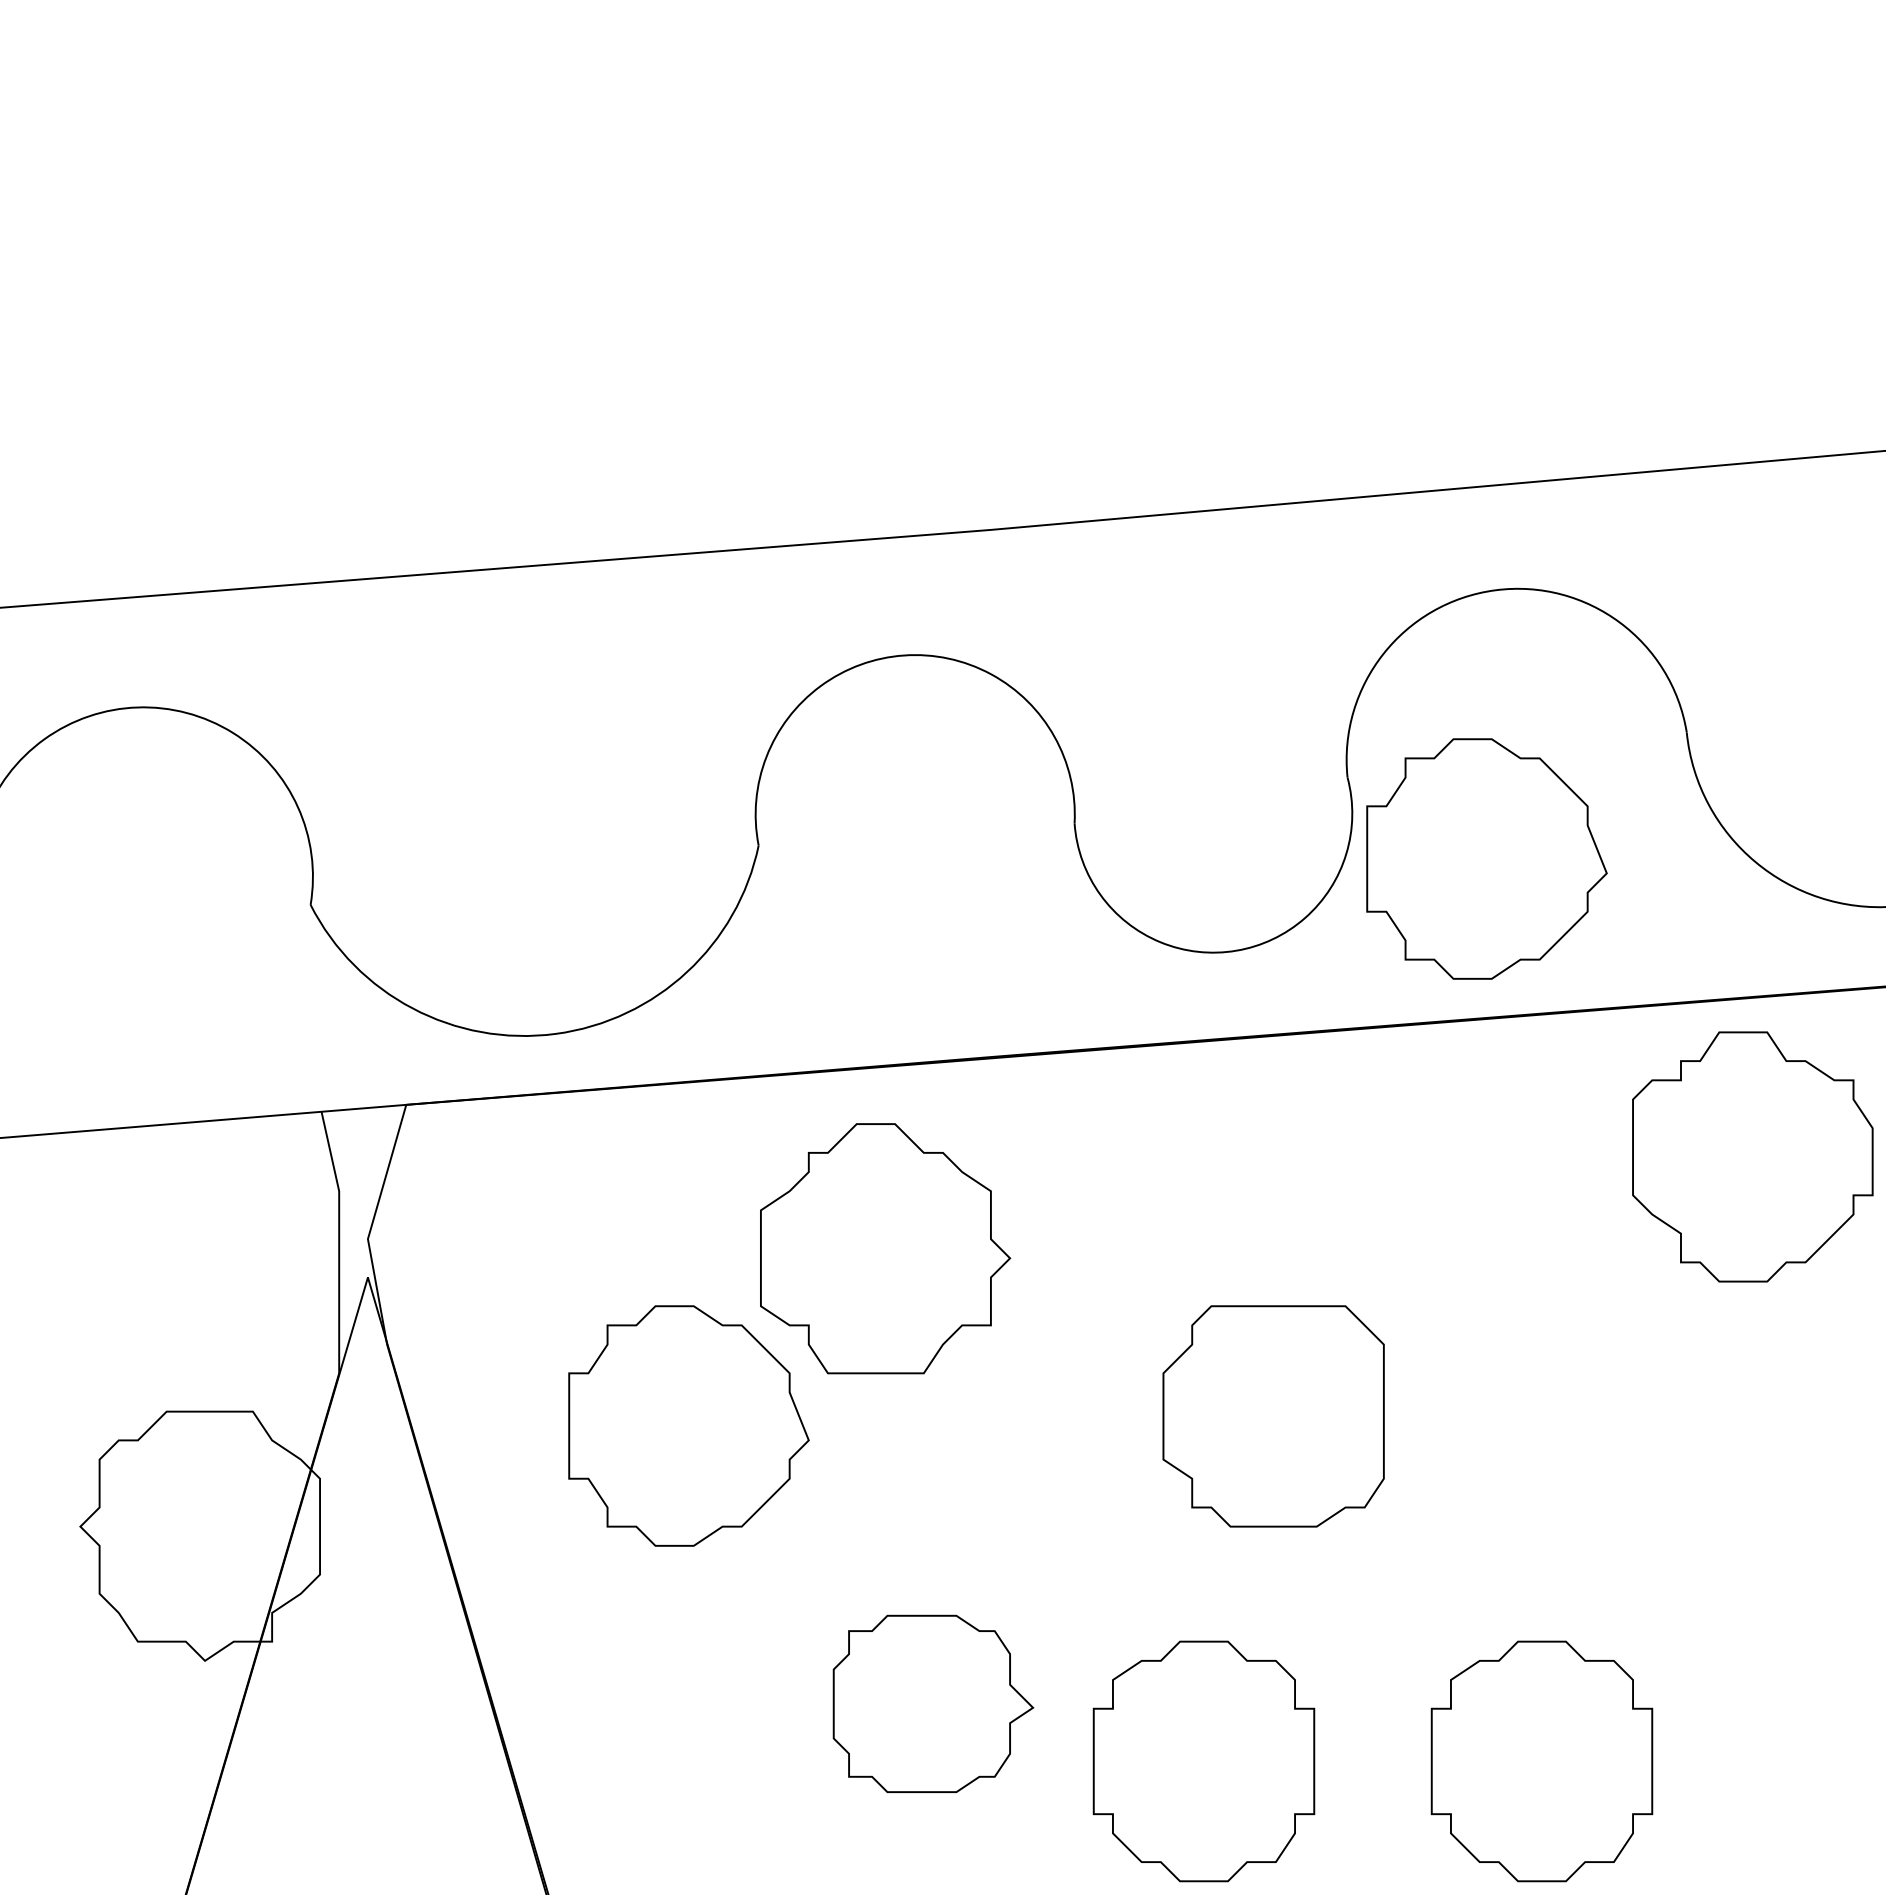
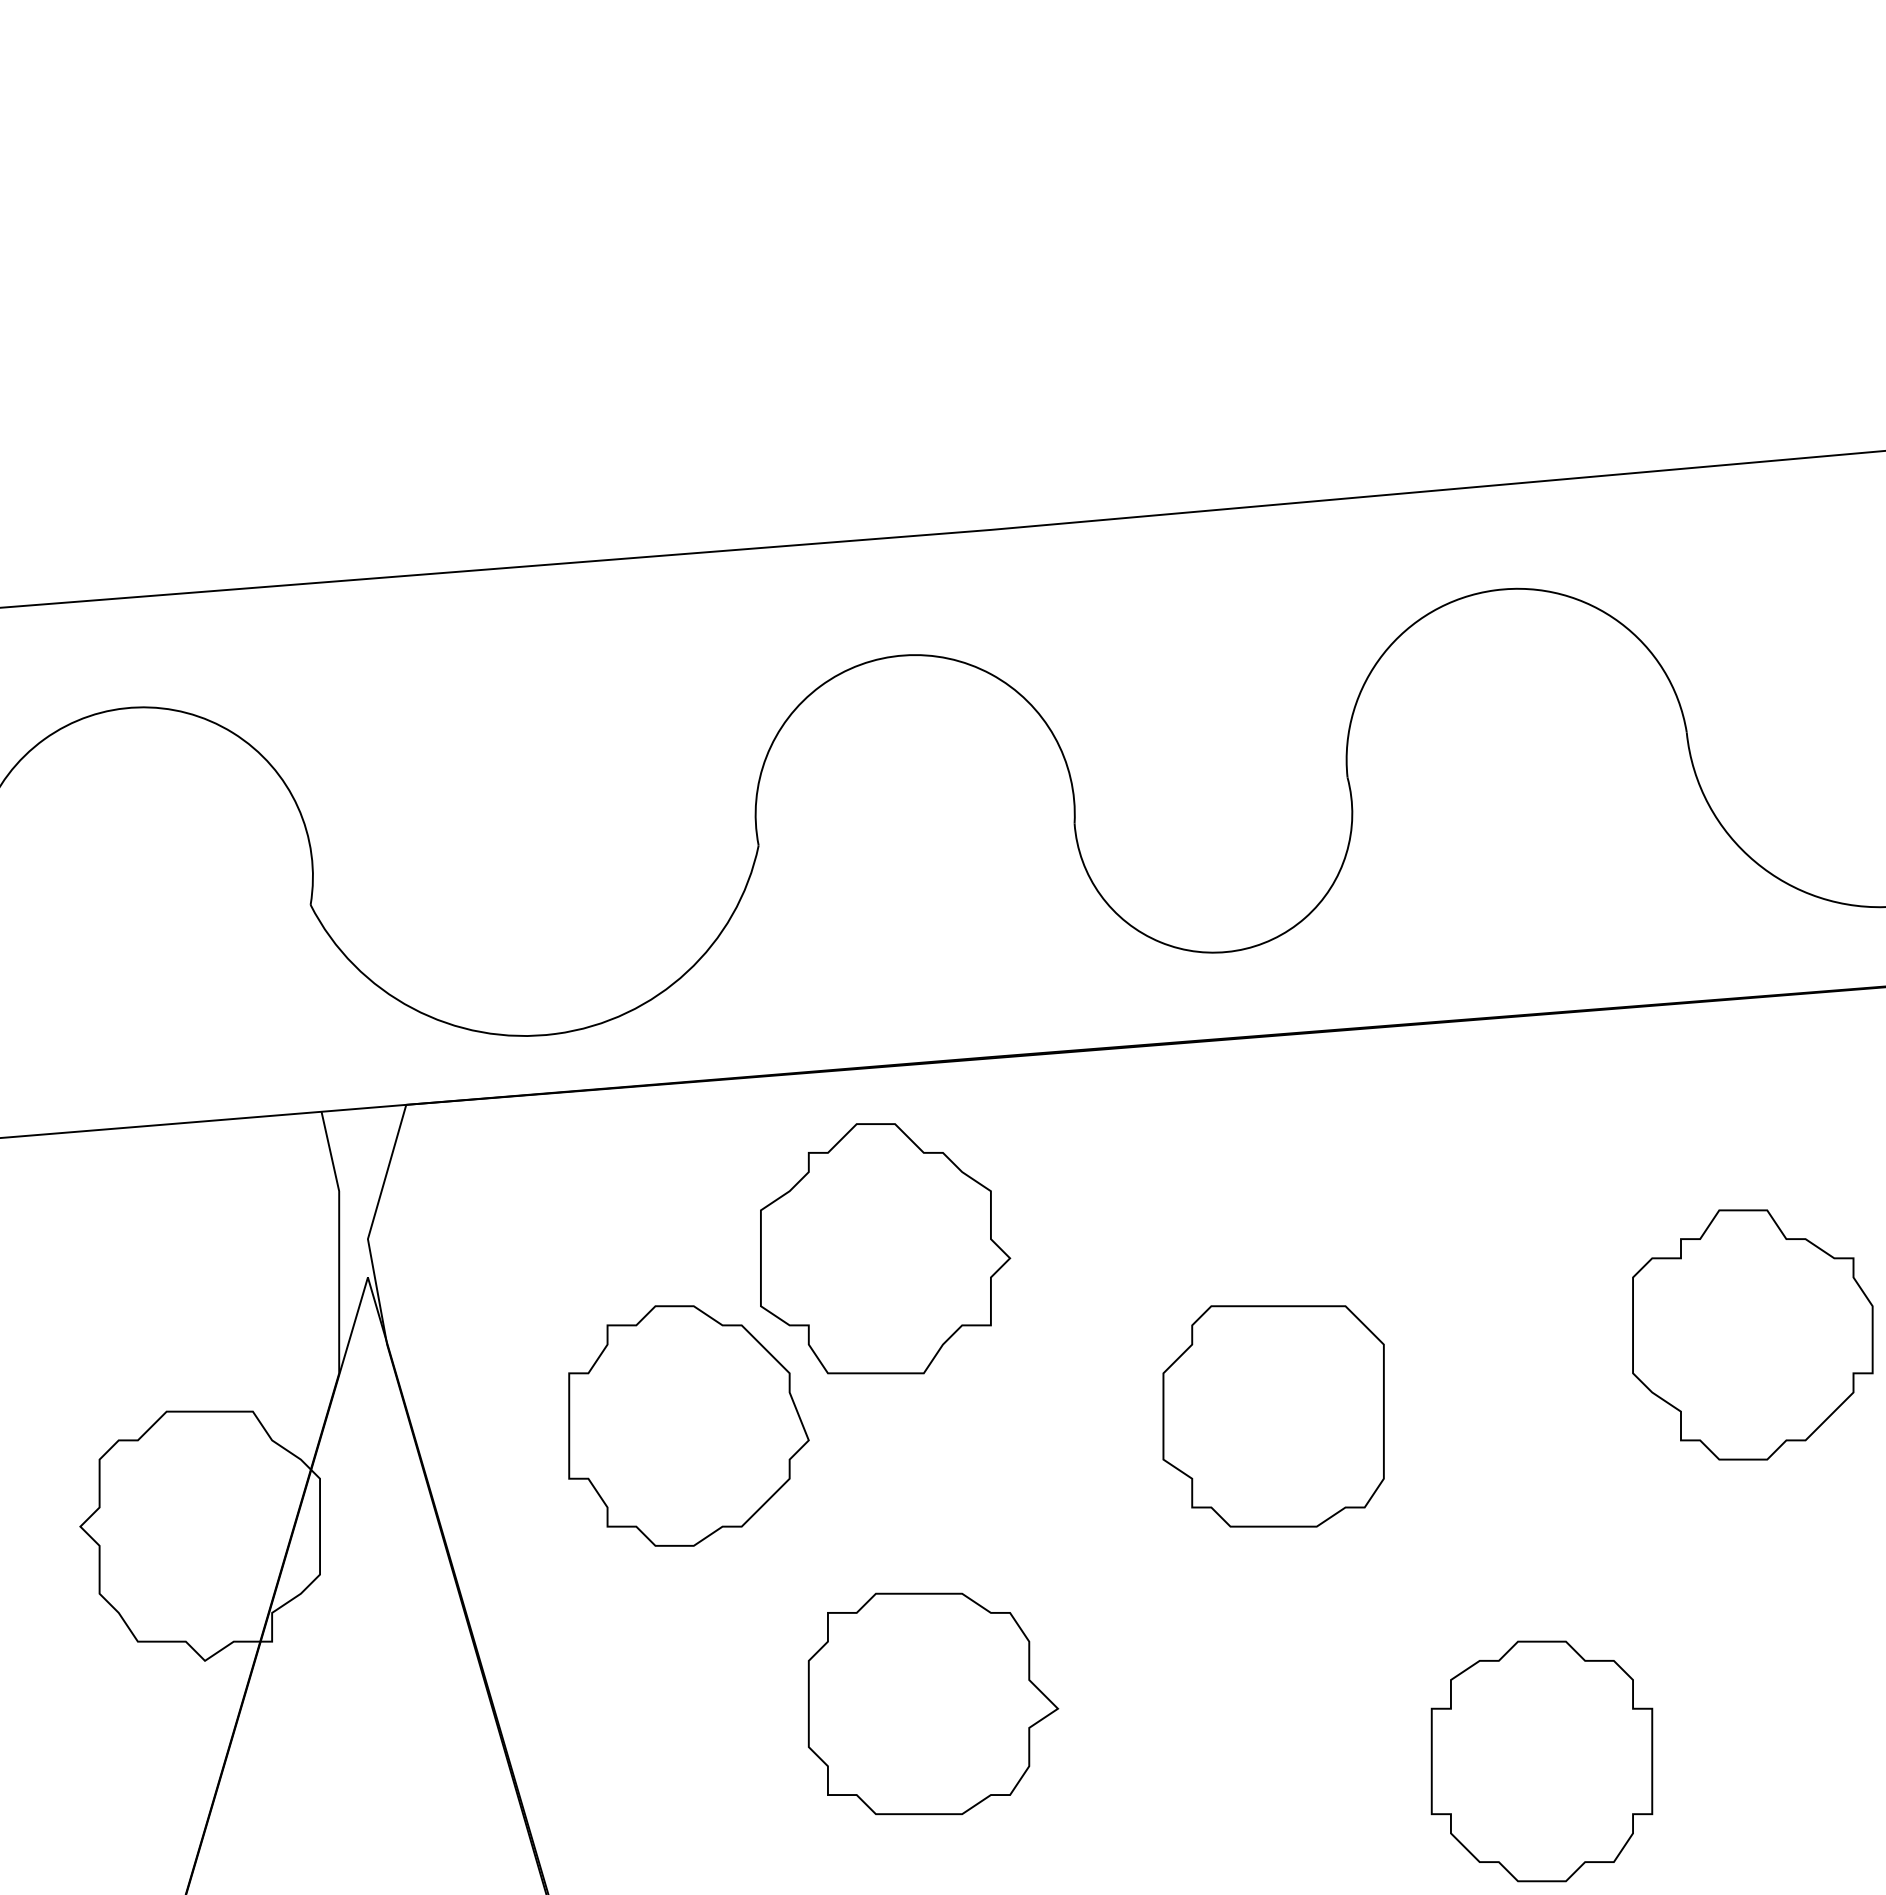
part at (1486, 858): present -> none
part at (1752, 1156) position: (1752, 1156) -> (1752, 1334)
part at (933, 1703) size: 203x179 px -> 253x224 px
part at (1203, 1761): present -> none
